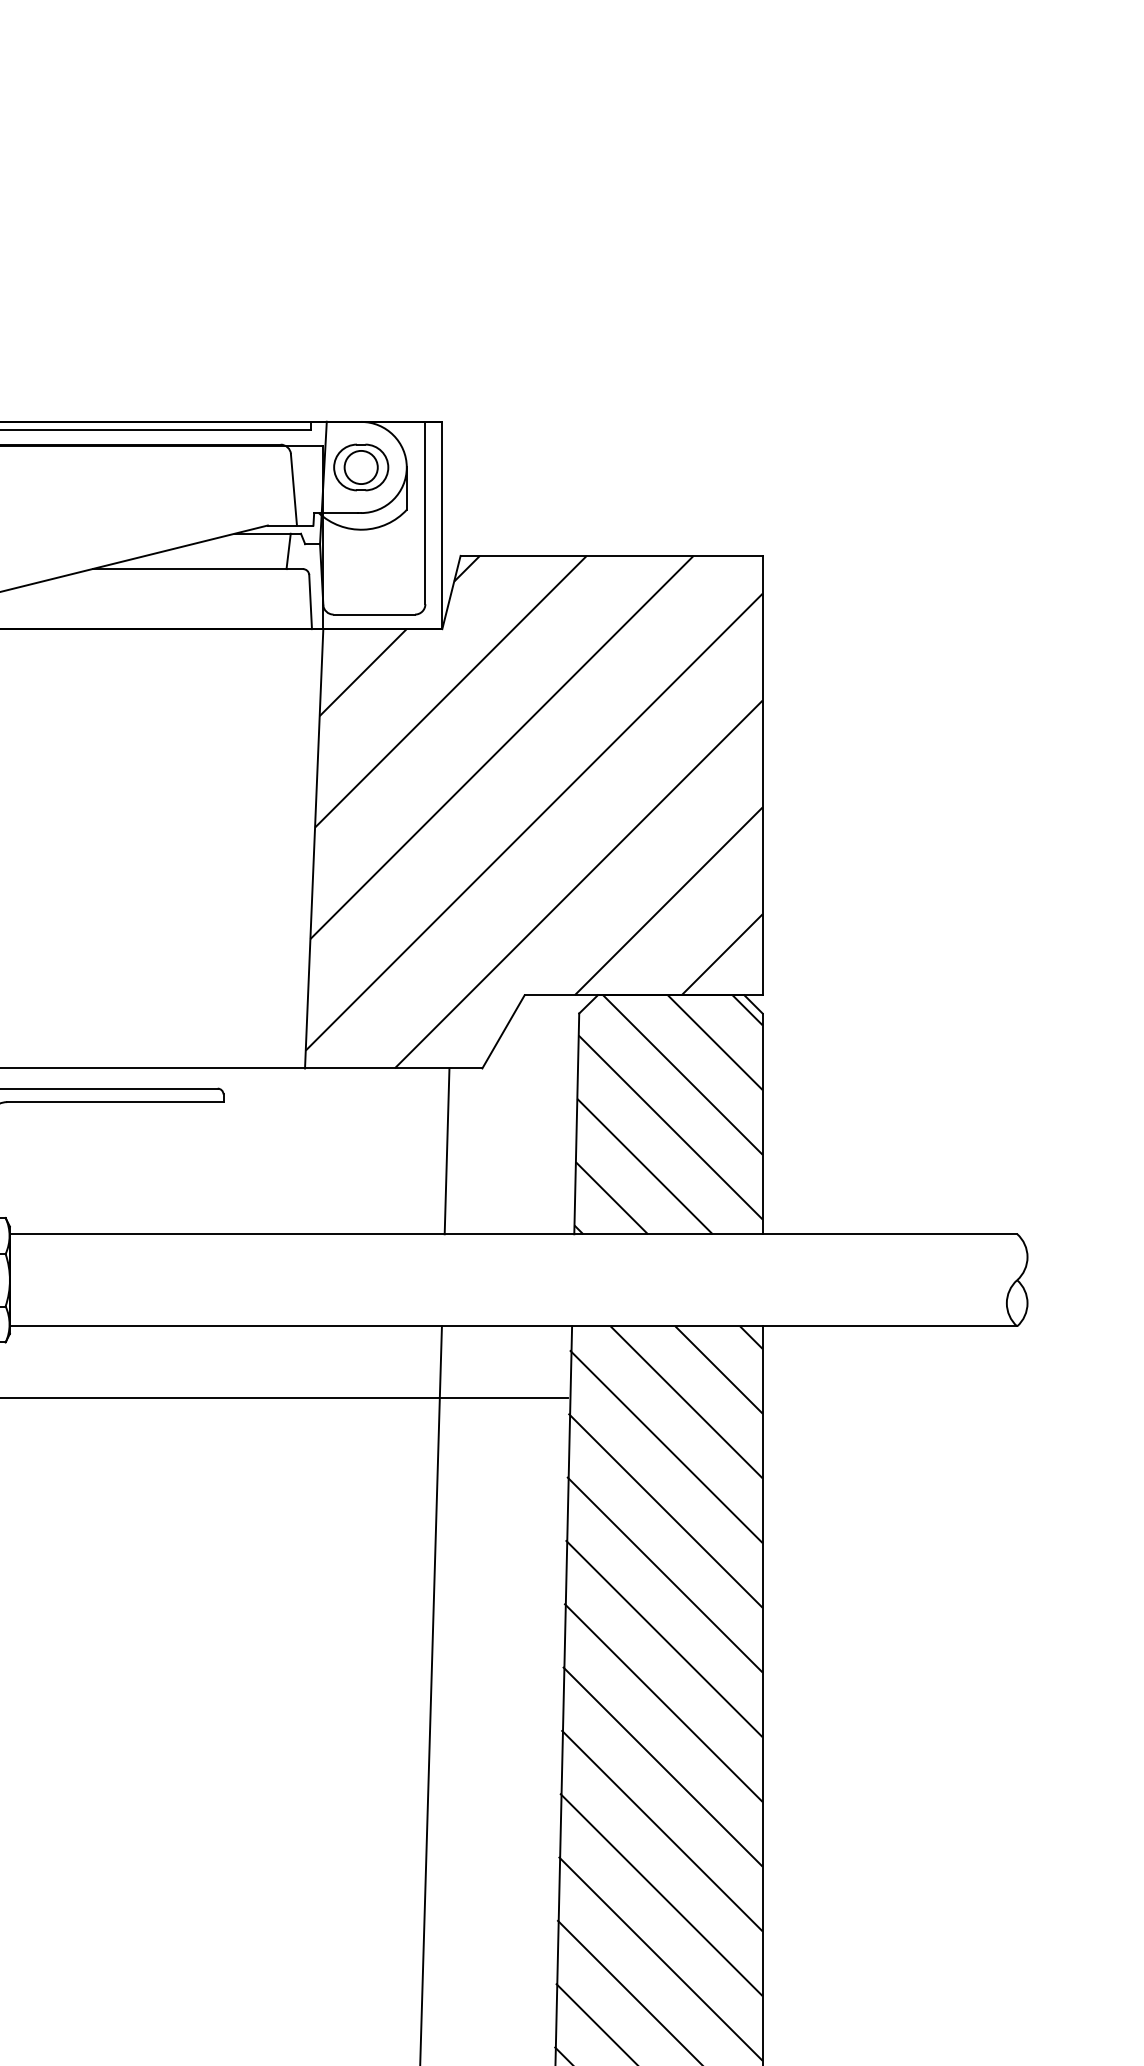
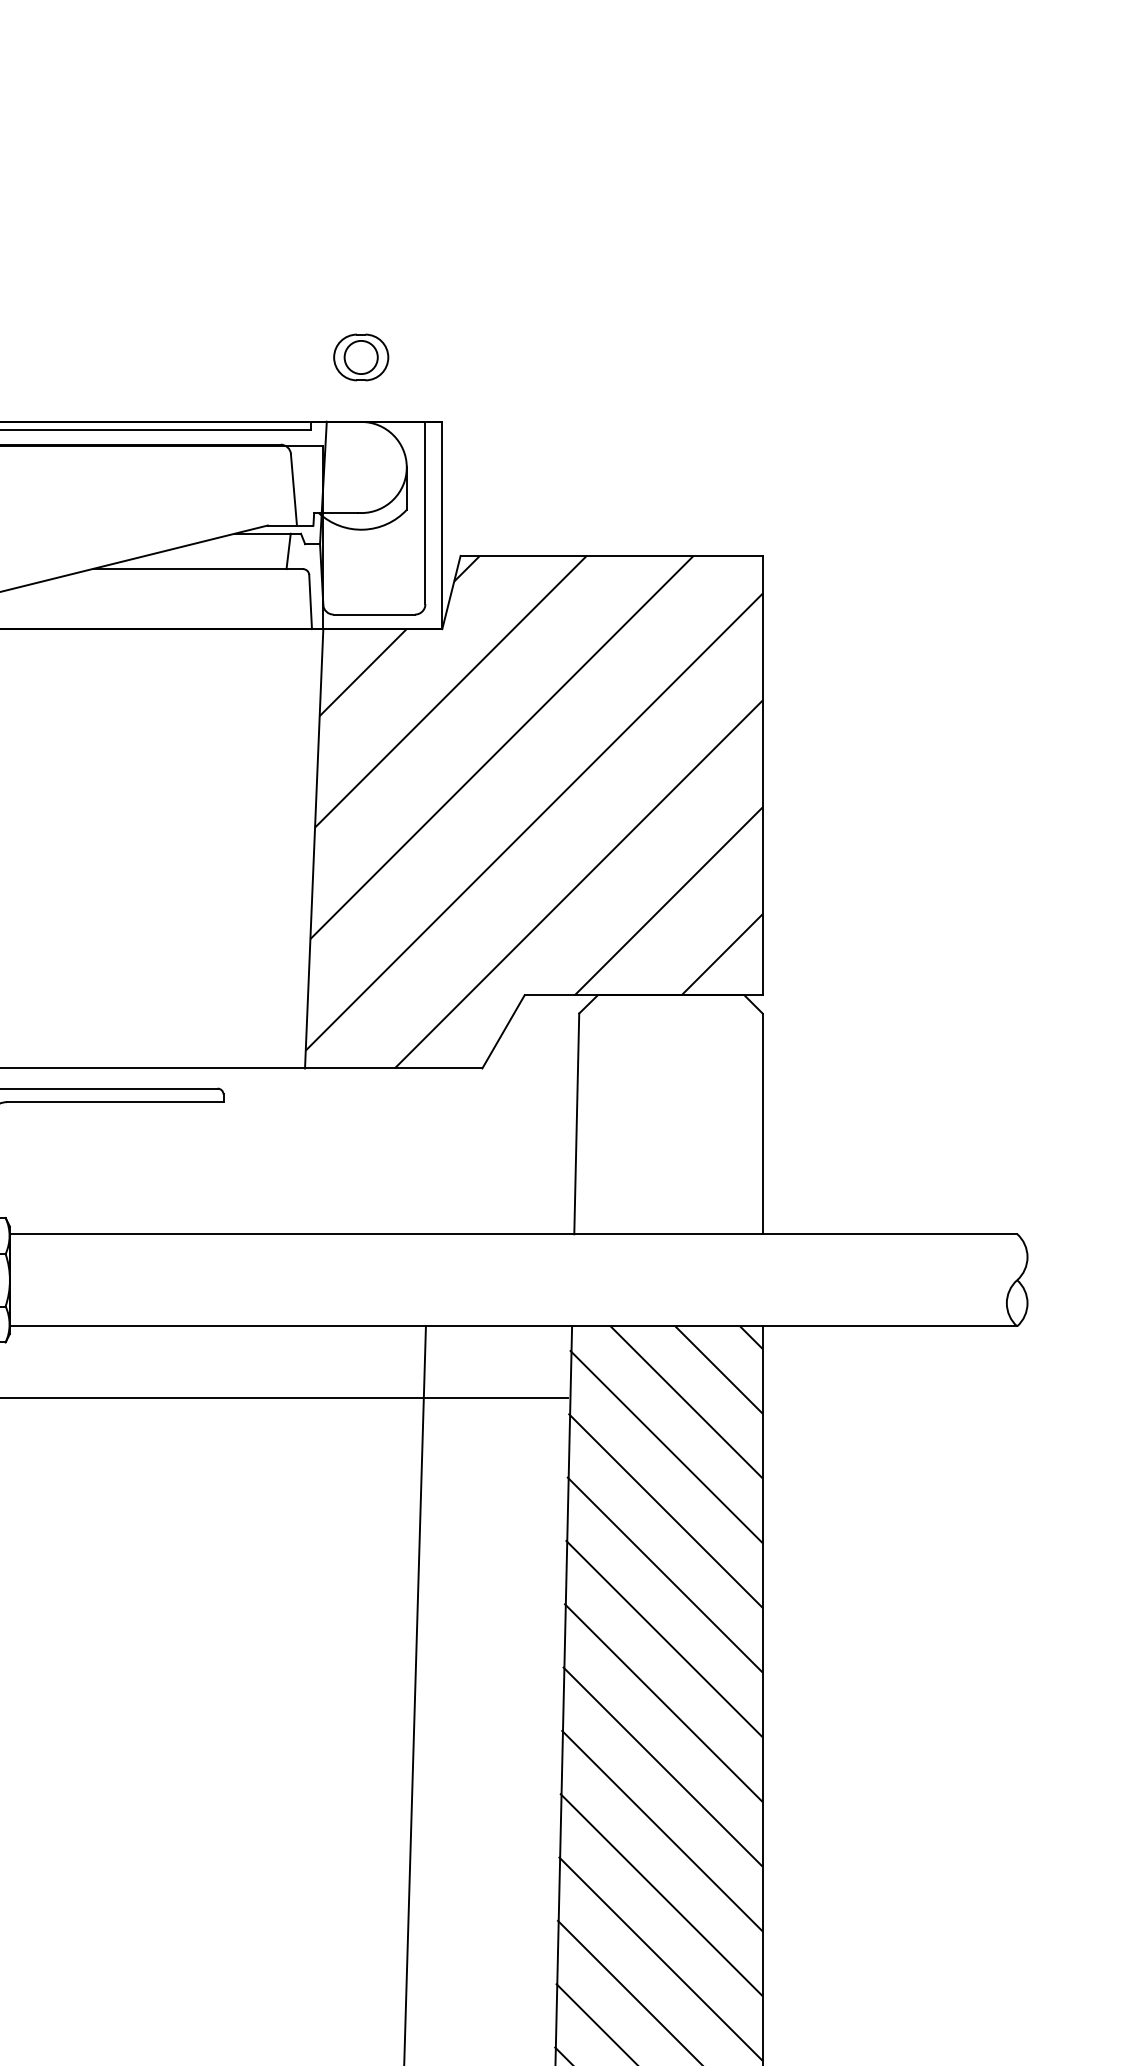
part at (361, 467) position: (361, 467) -> (361, 357)
hatch at (668, 1114): present -> none
line at (446, 1151): present -> none
line at (430, 1694) position: (430, 1694) -> (414, 1694)
